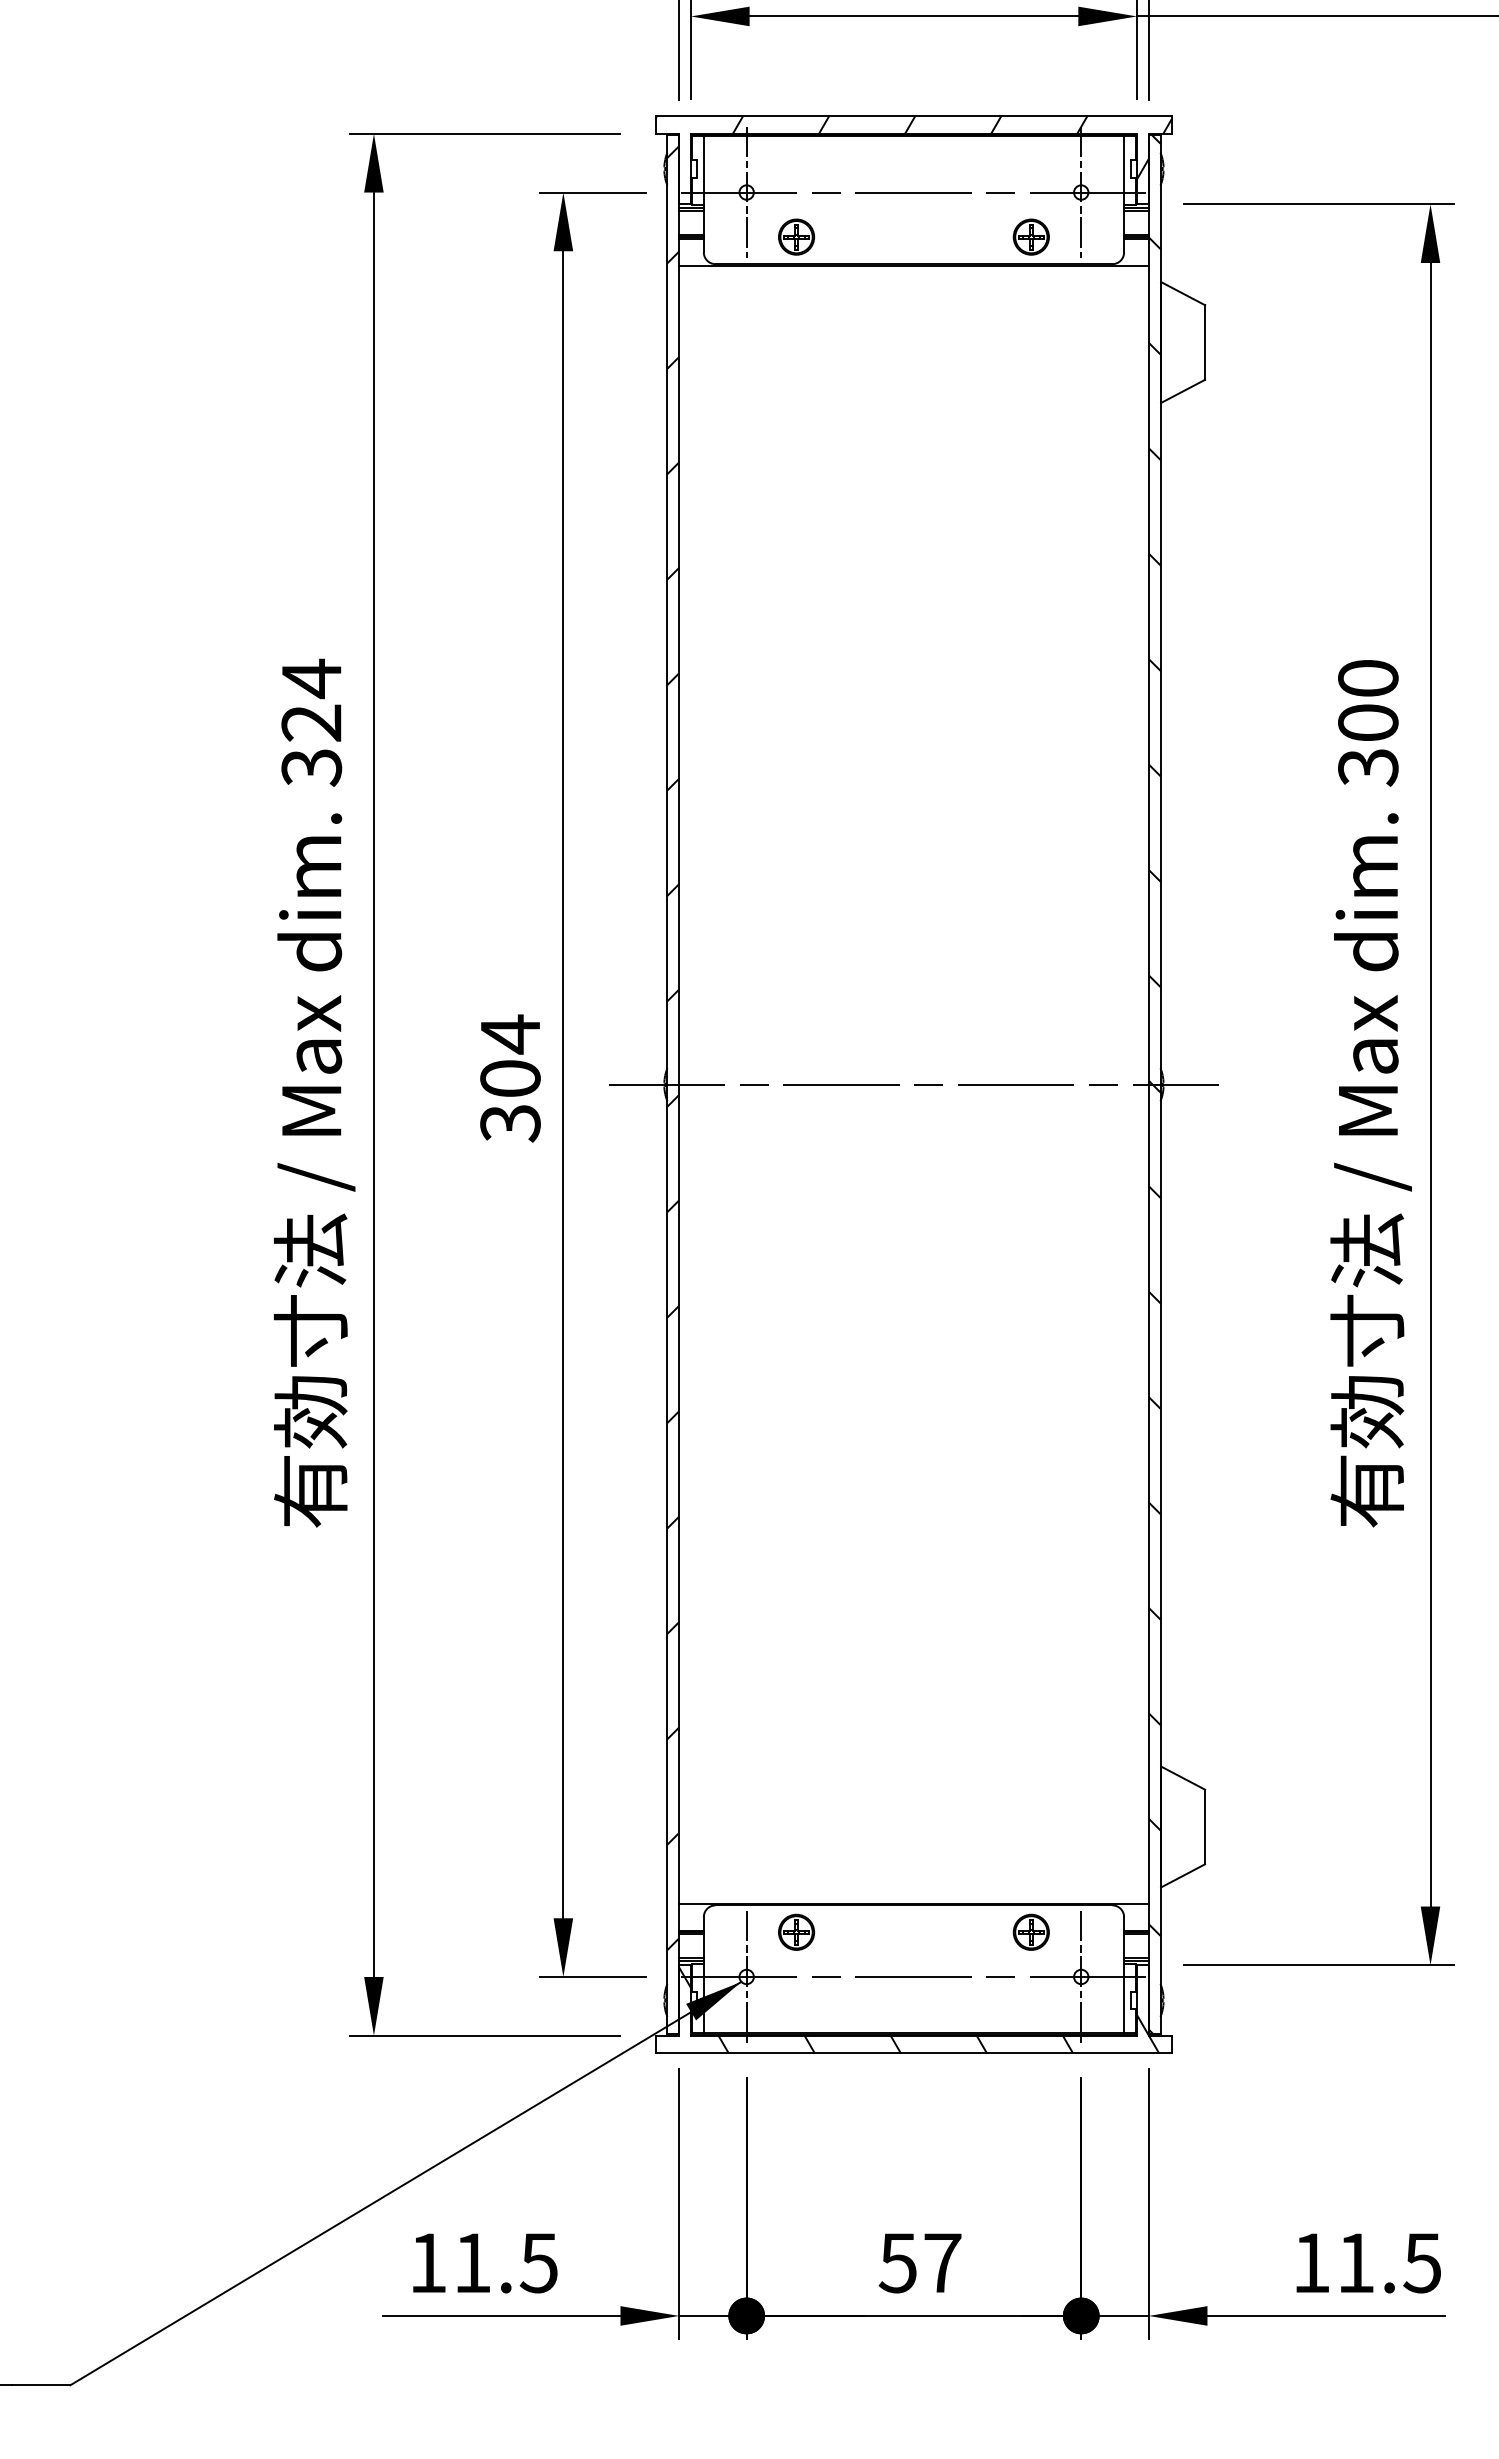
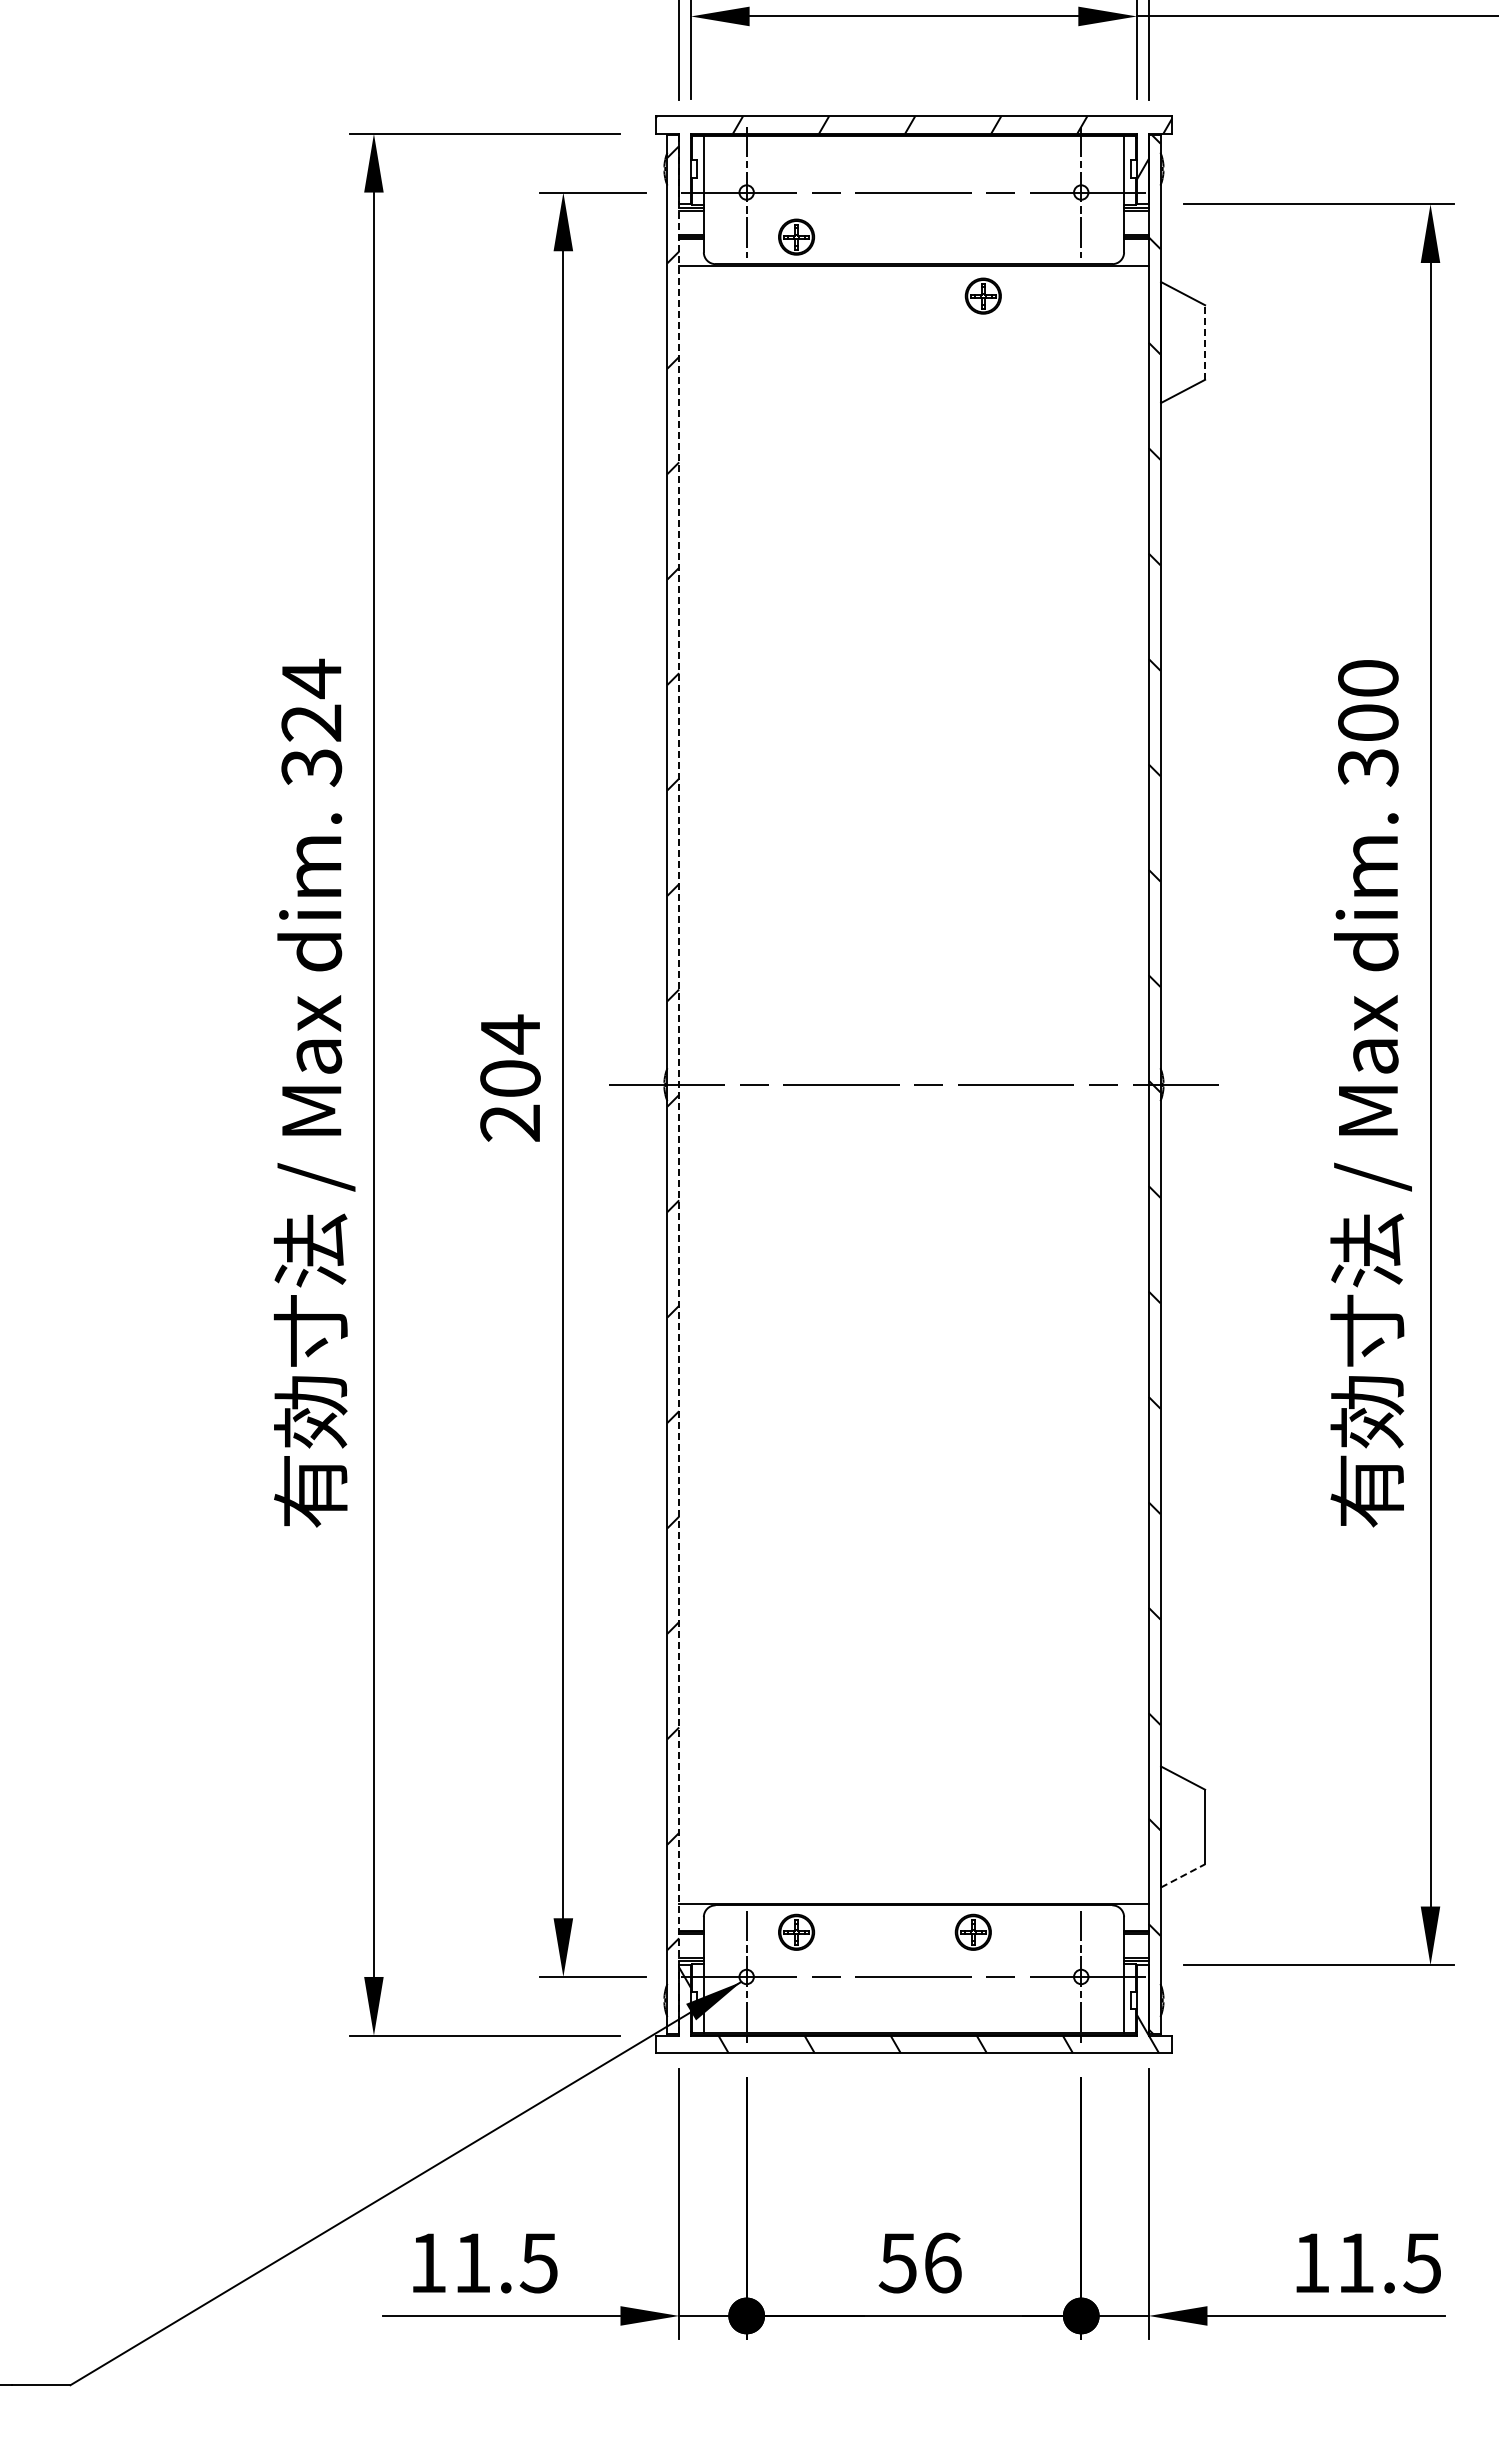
part at (1030, 236) position: (1030, 236) -> (982, 295)
line at (1205, 342): solid -> dashed
line at (679, 1084): solid -> dashed
text at (510, 1123): 304 -> 204
line at (1183, 1875): solid -> dashed
part at (1030, 1931) position: (1030, 1931) -> (972, 1931)
text at (942, 2262): 57 -> 56
